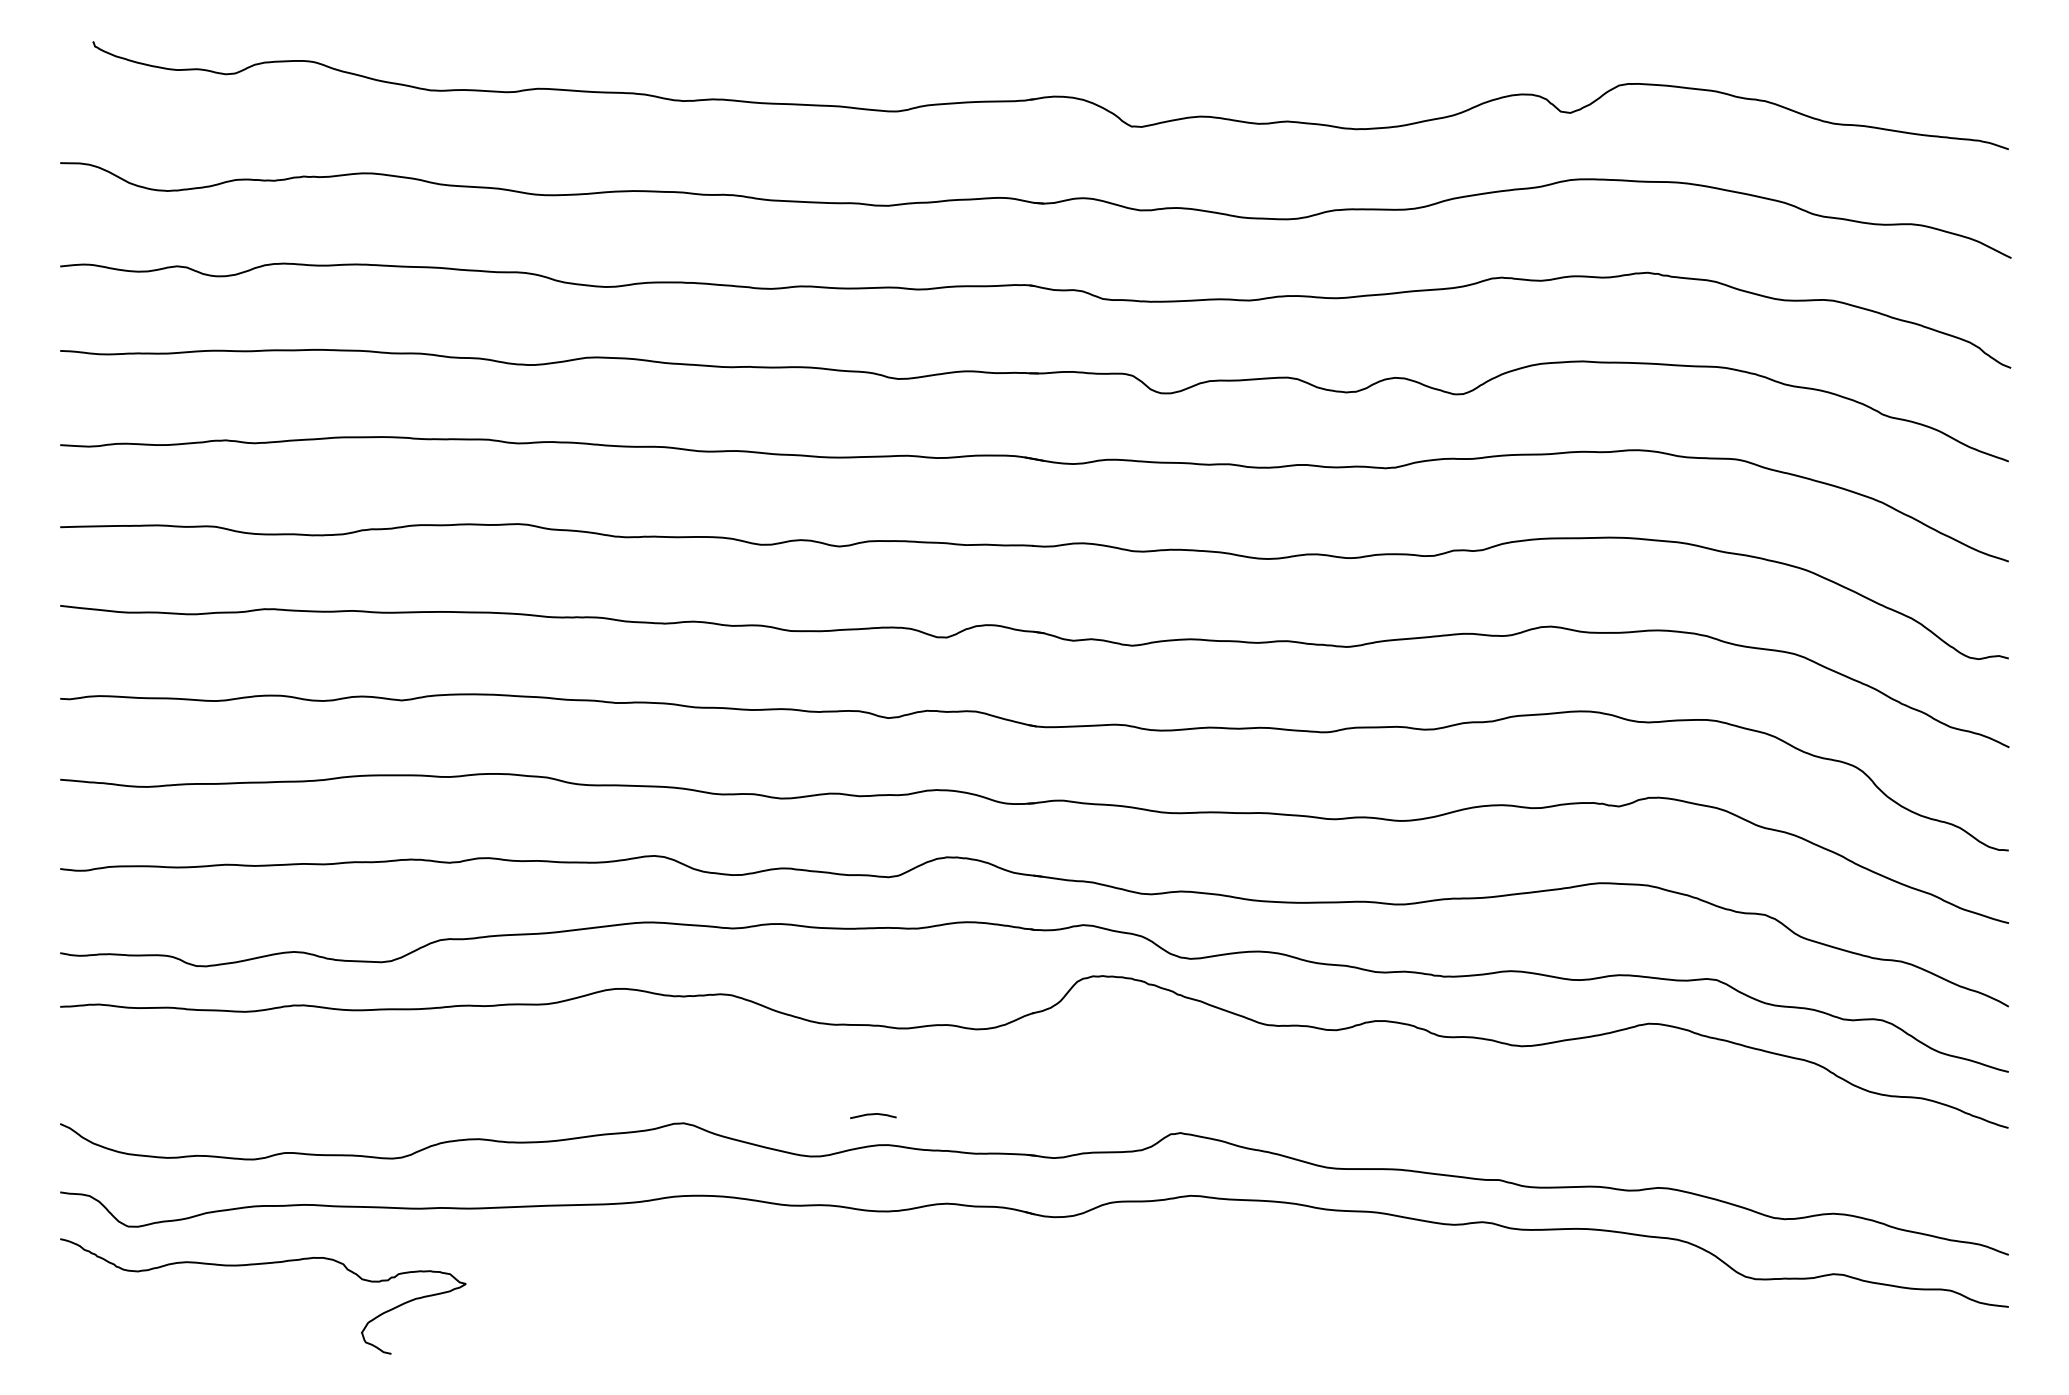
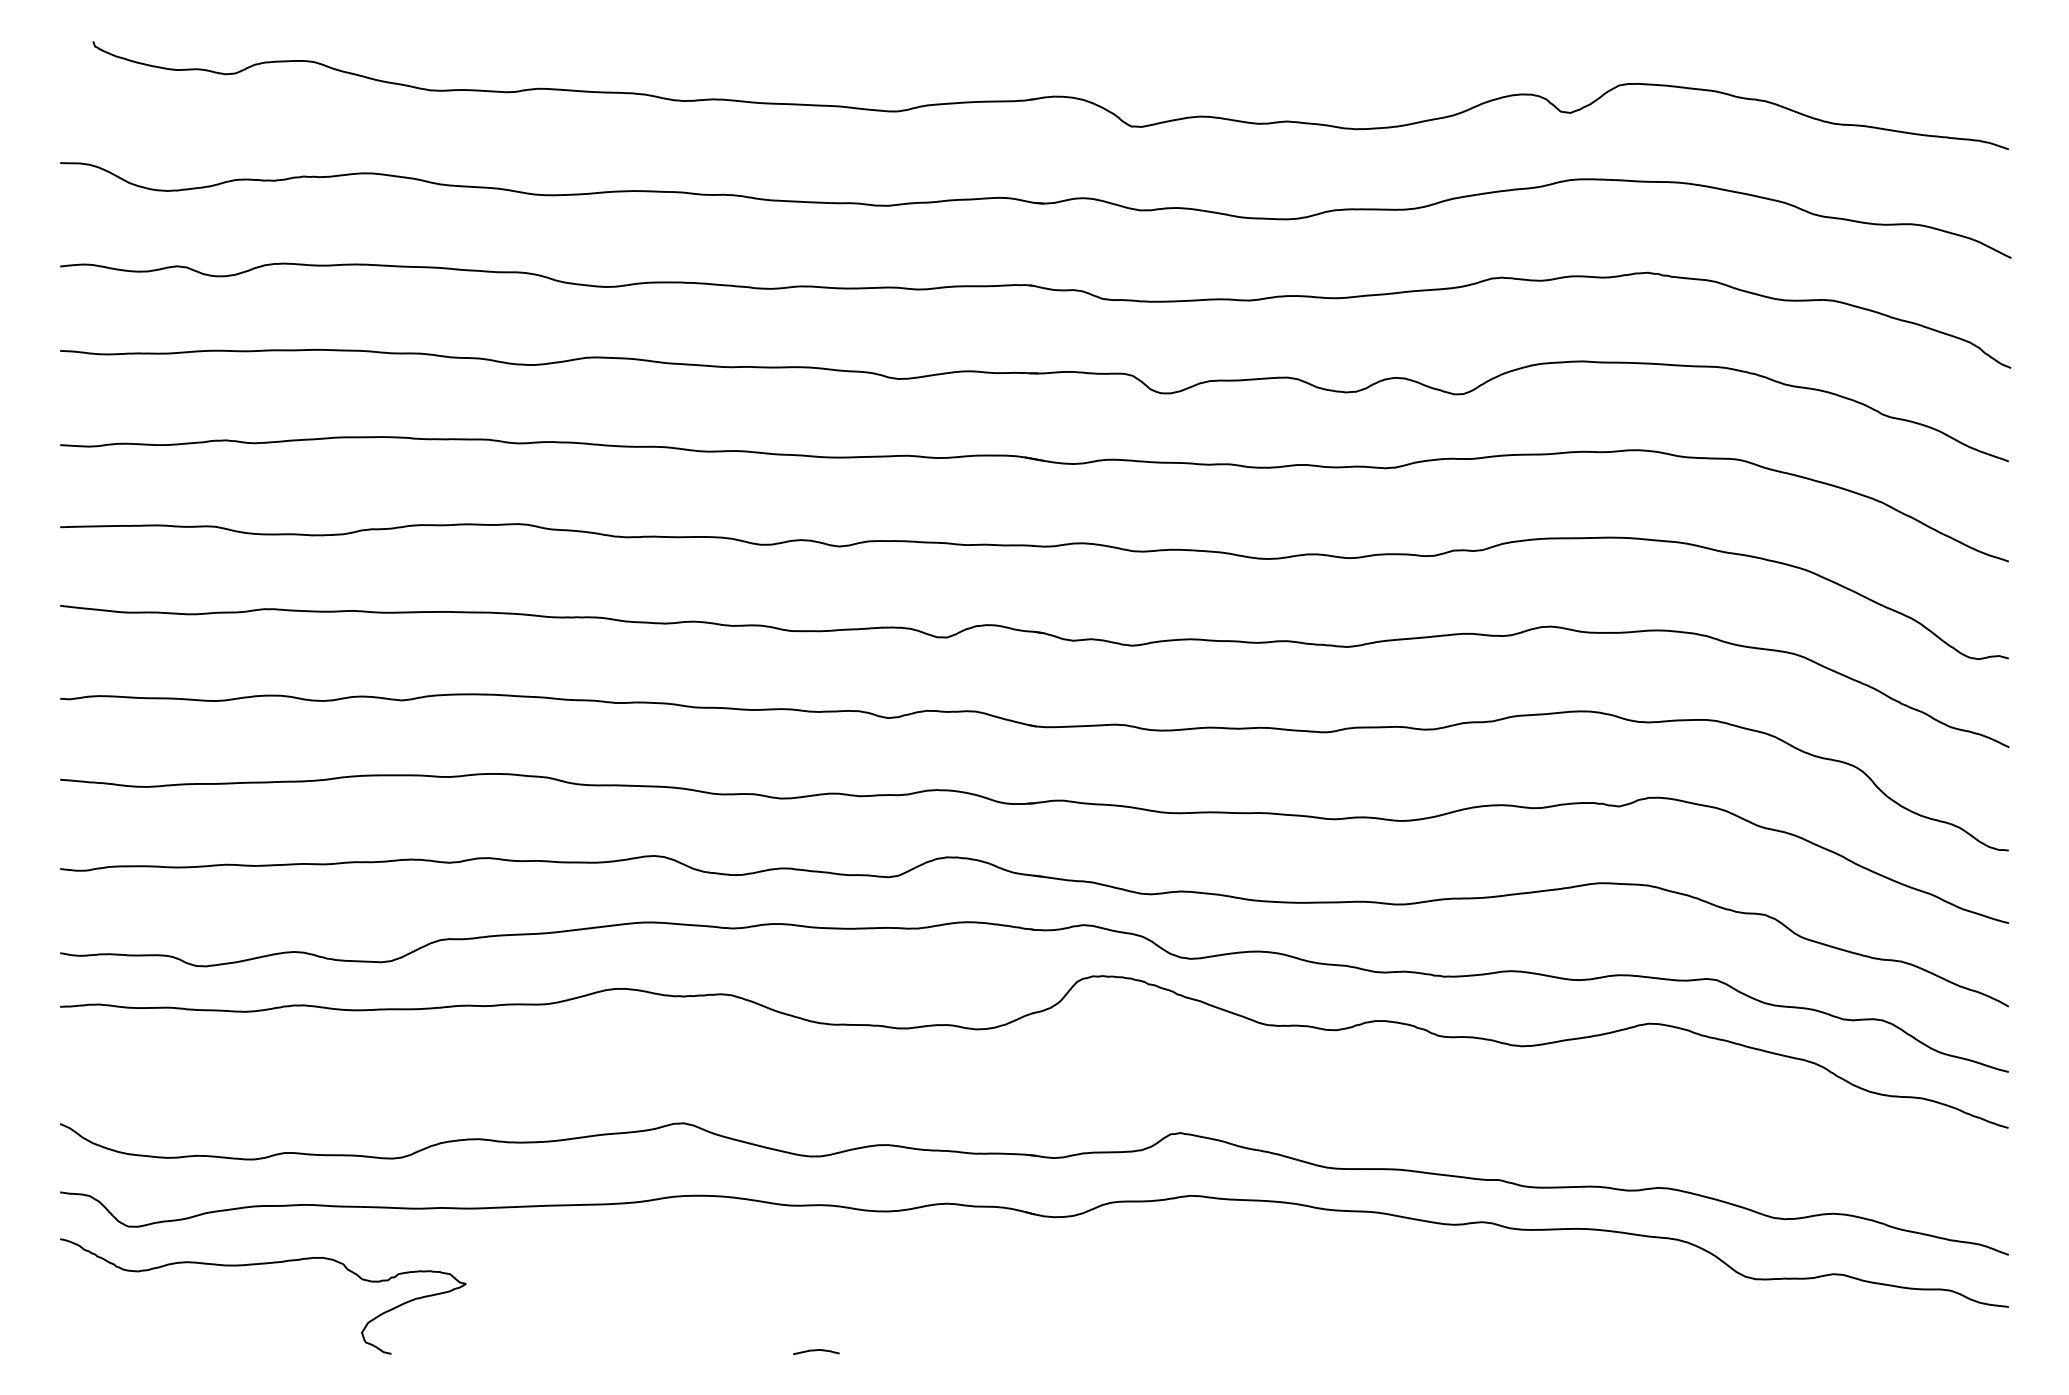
curve at (873, 1115) position: (873, 1115) -> (816, 1351)
